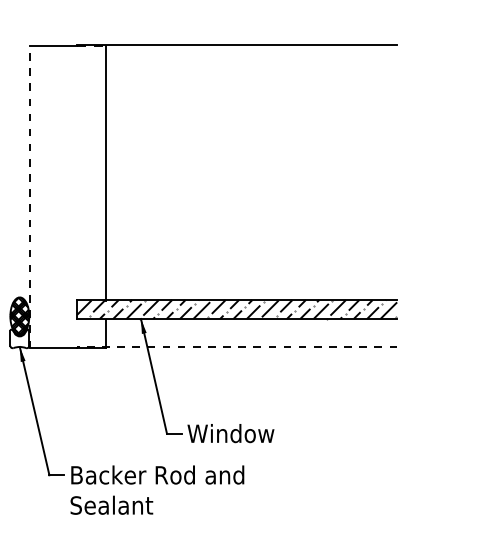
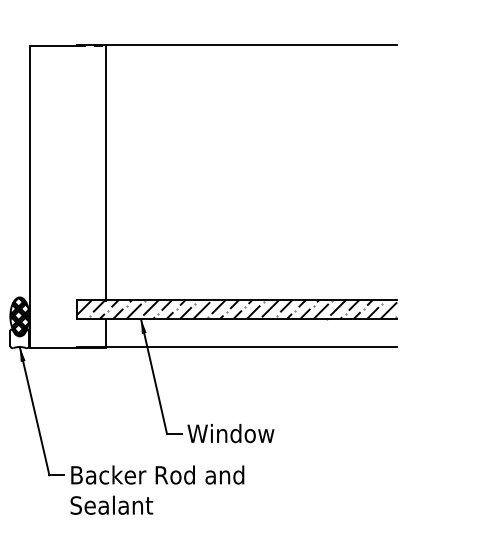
line at (30, 196): dashed -> solid
line at (237, 347): dashed -> solid
